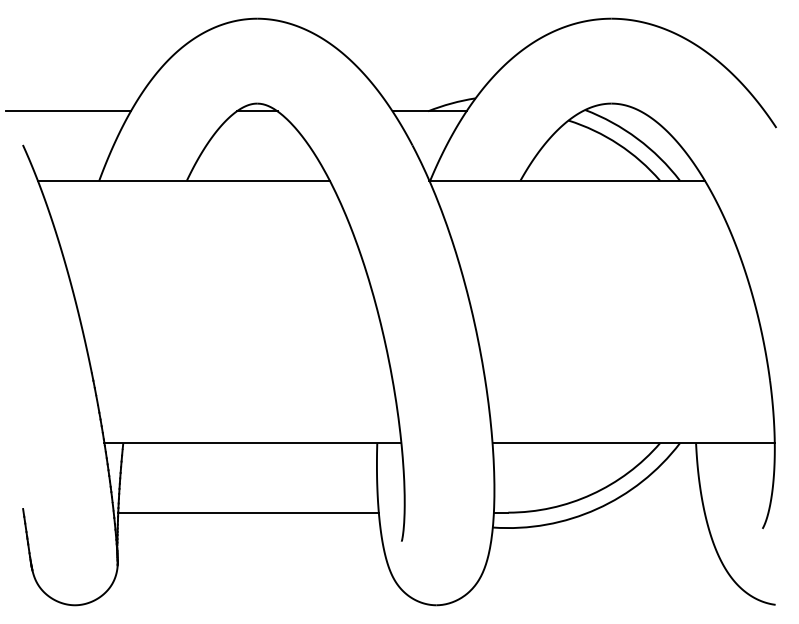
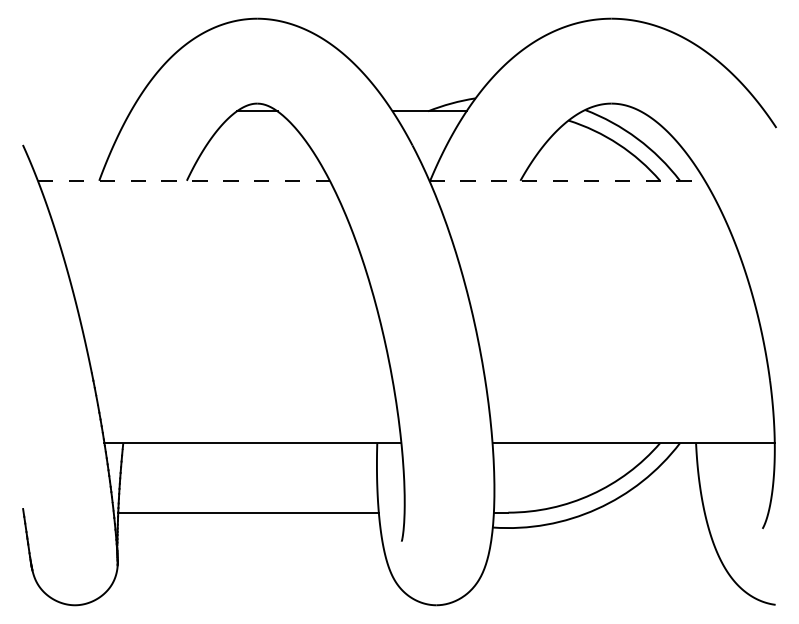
line at (68, 111): present -> none
line at (184, 180): solid -> dashed
line at (567, 180): solid -> dashed
